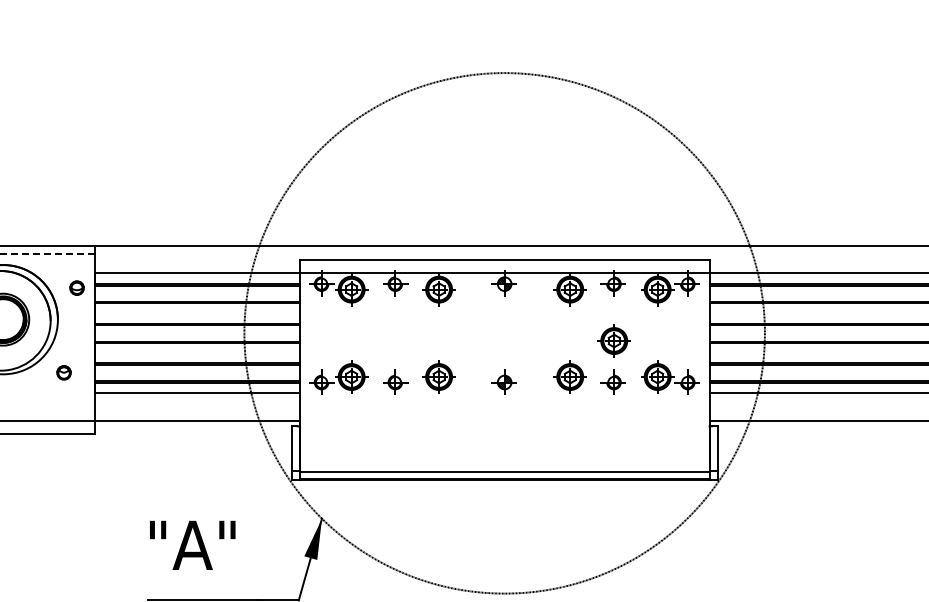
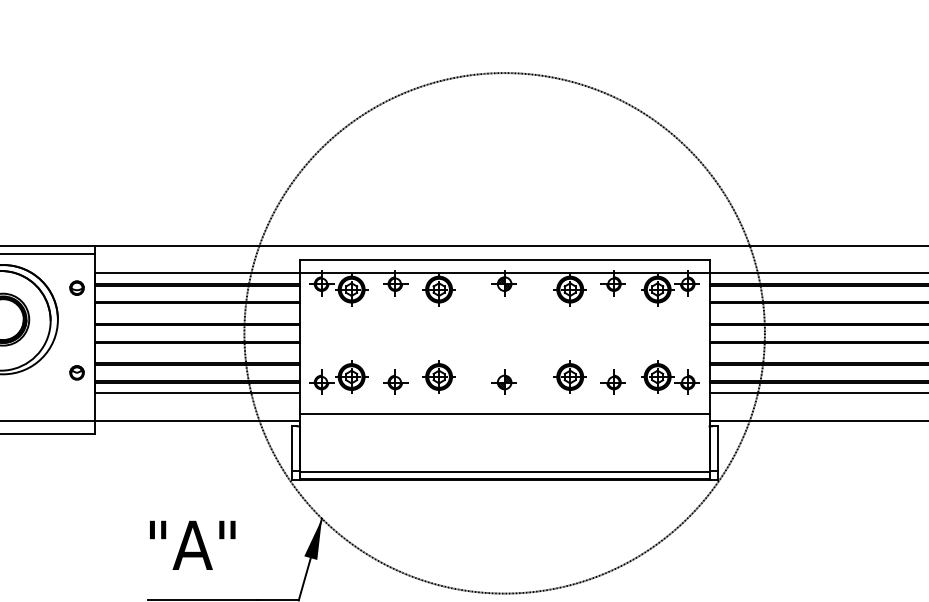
line at (48, 254): dashed -> solid
part at (613, 340): present -> none
part at (63, 372) position: (63, 372) -> (76, 372)
line at (504, 413): none -> present
